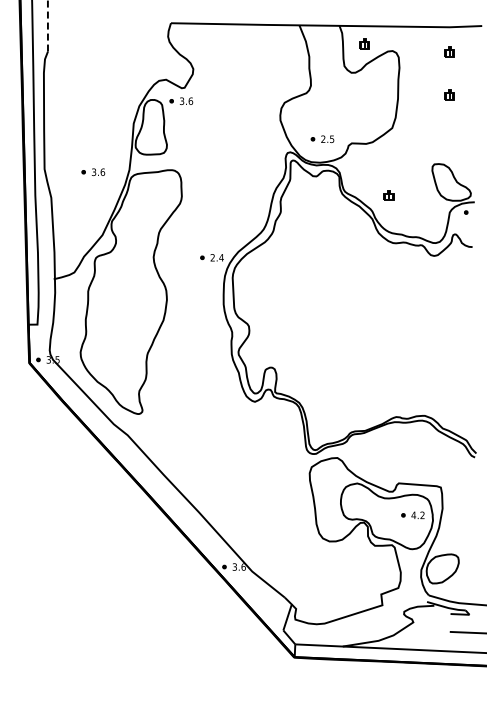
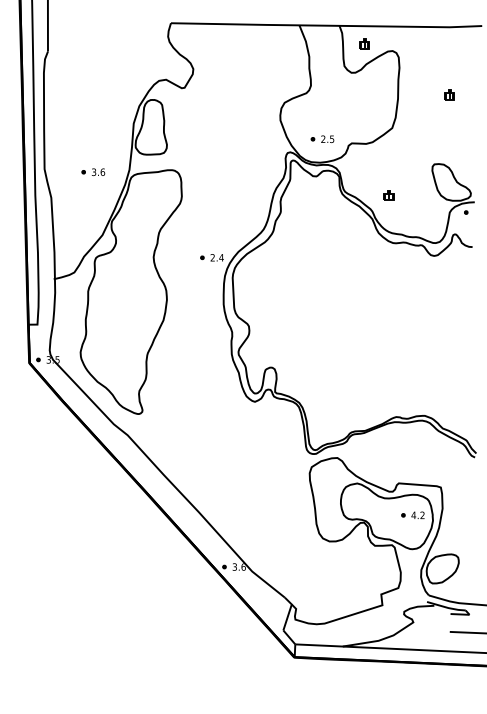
line at (47, 25): dashed -> solid
part at (449, 51): present -> none
part at (181, 100): present -> none
